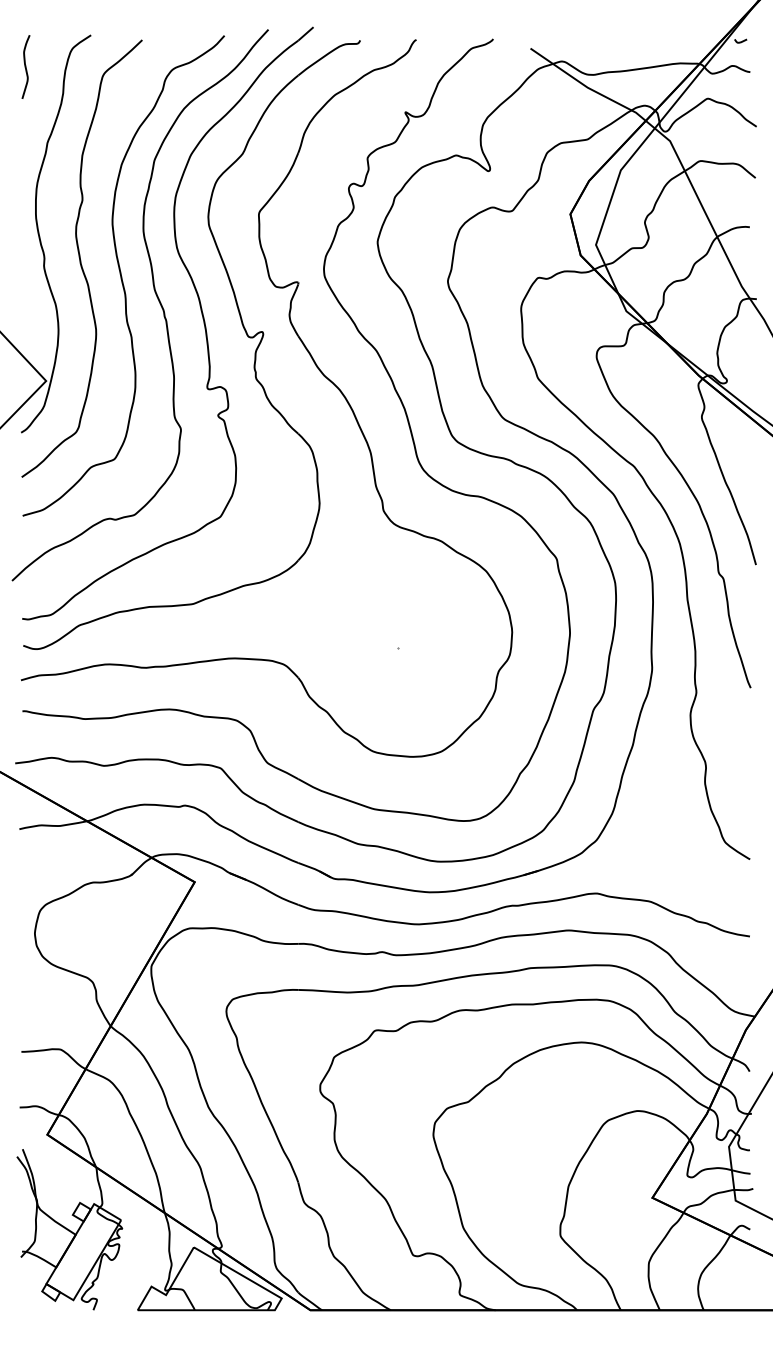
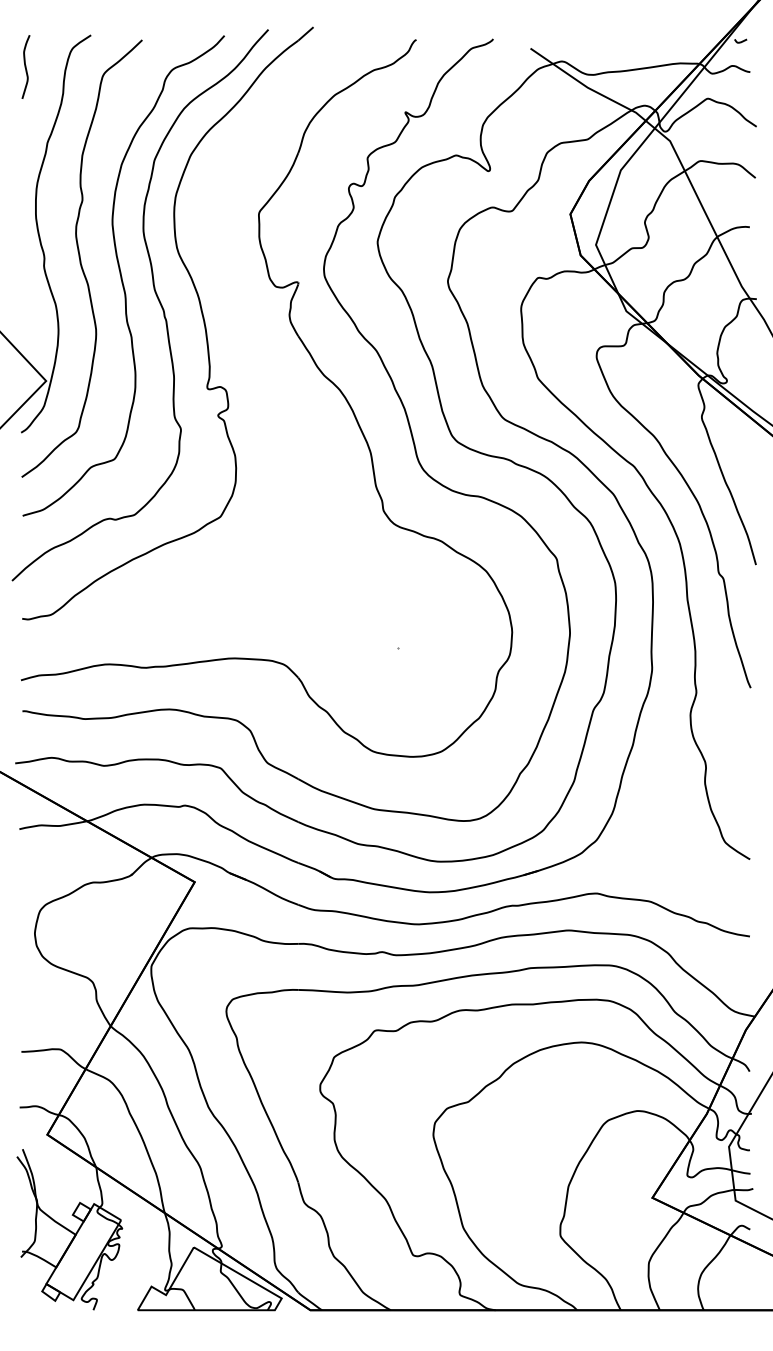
part at (241, 324): present -> none
